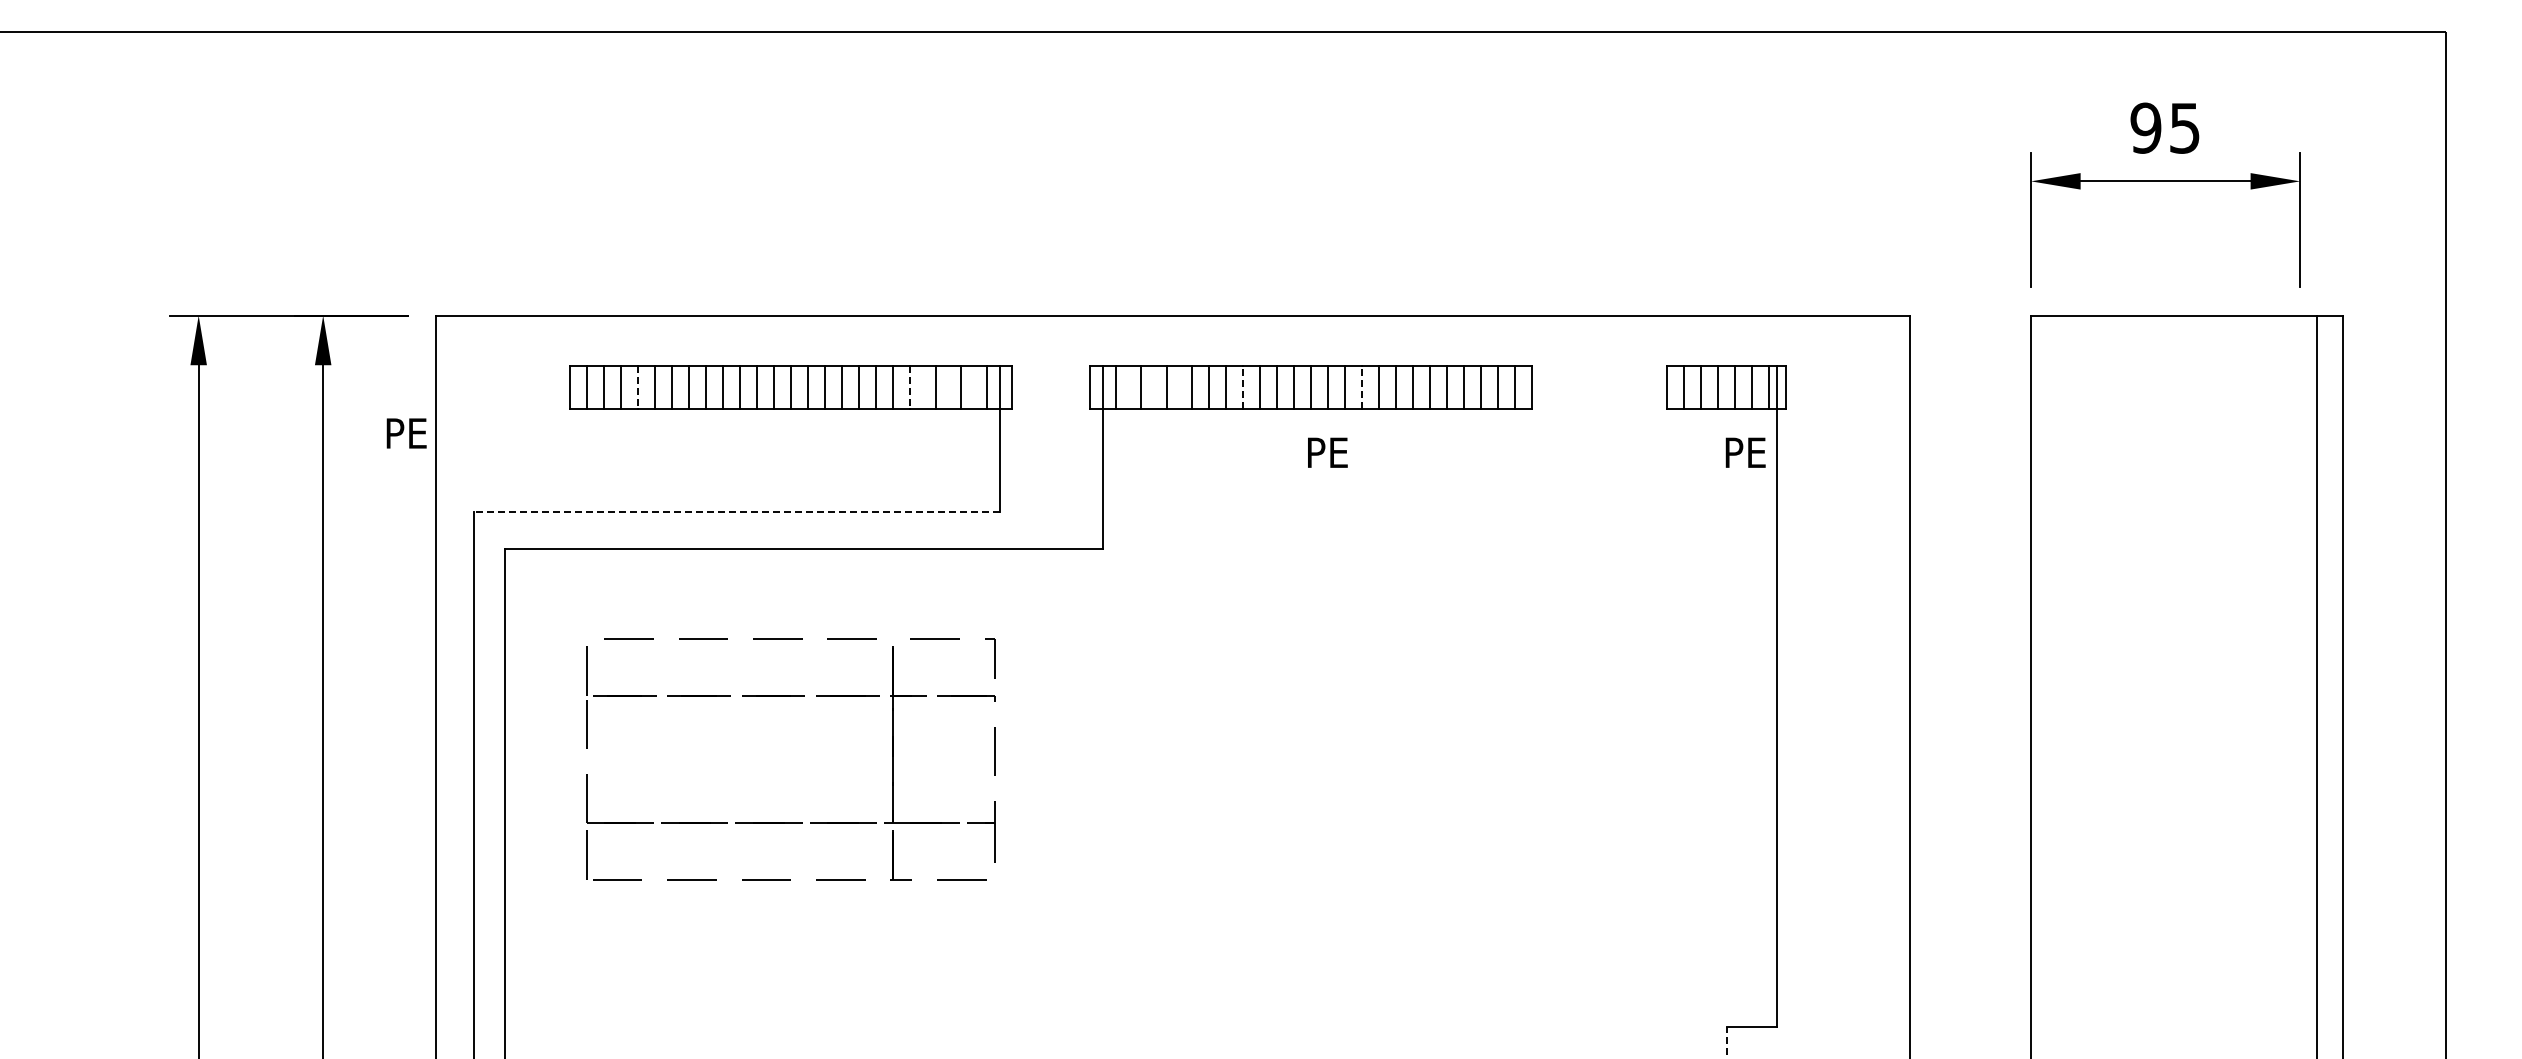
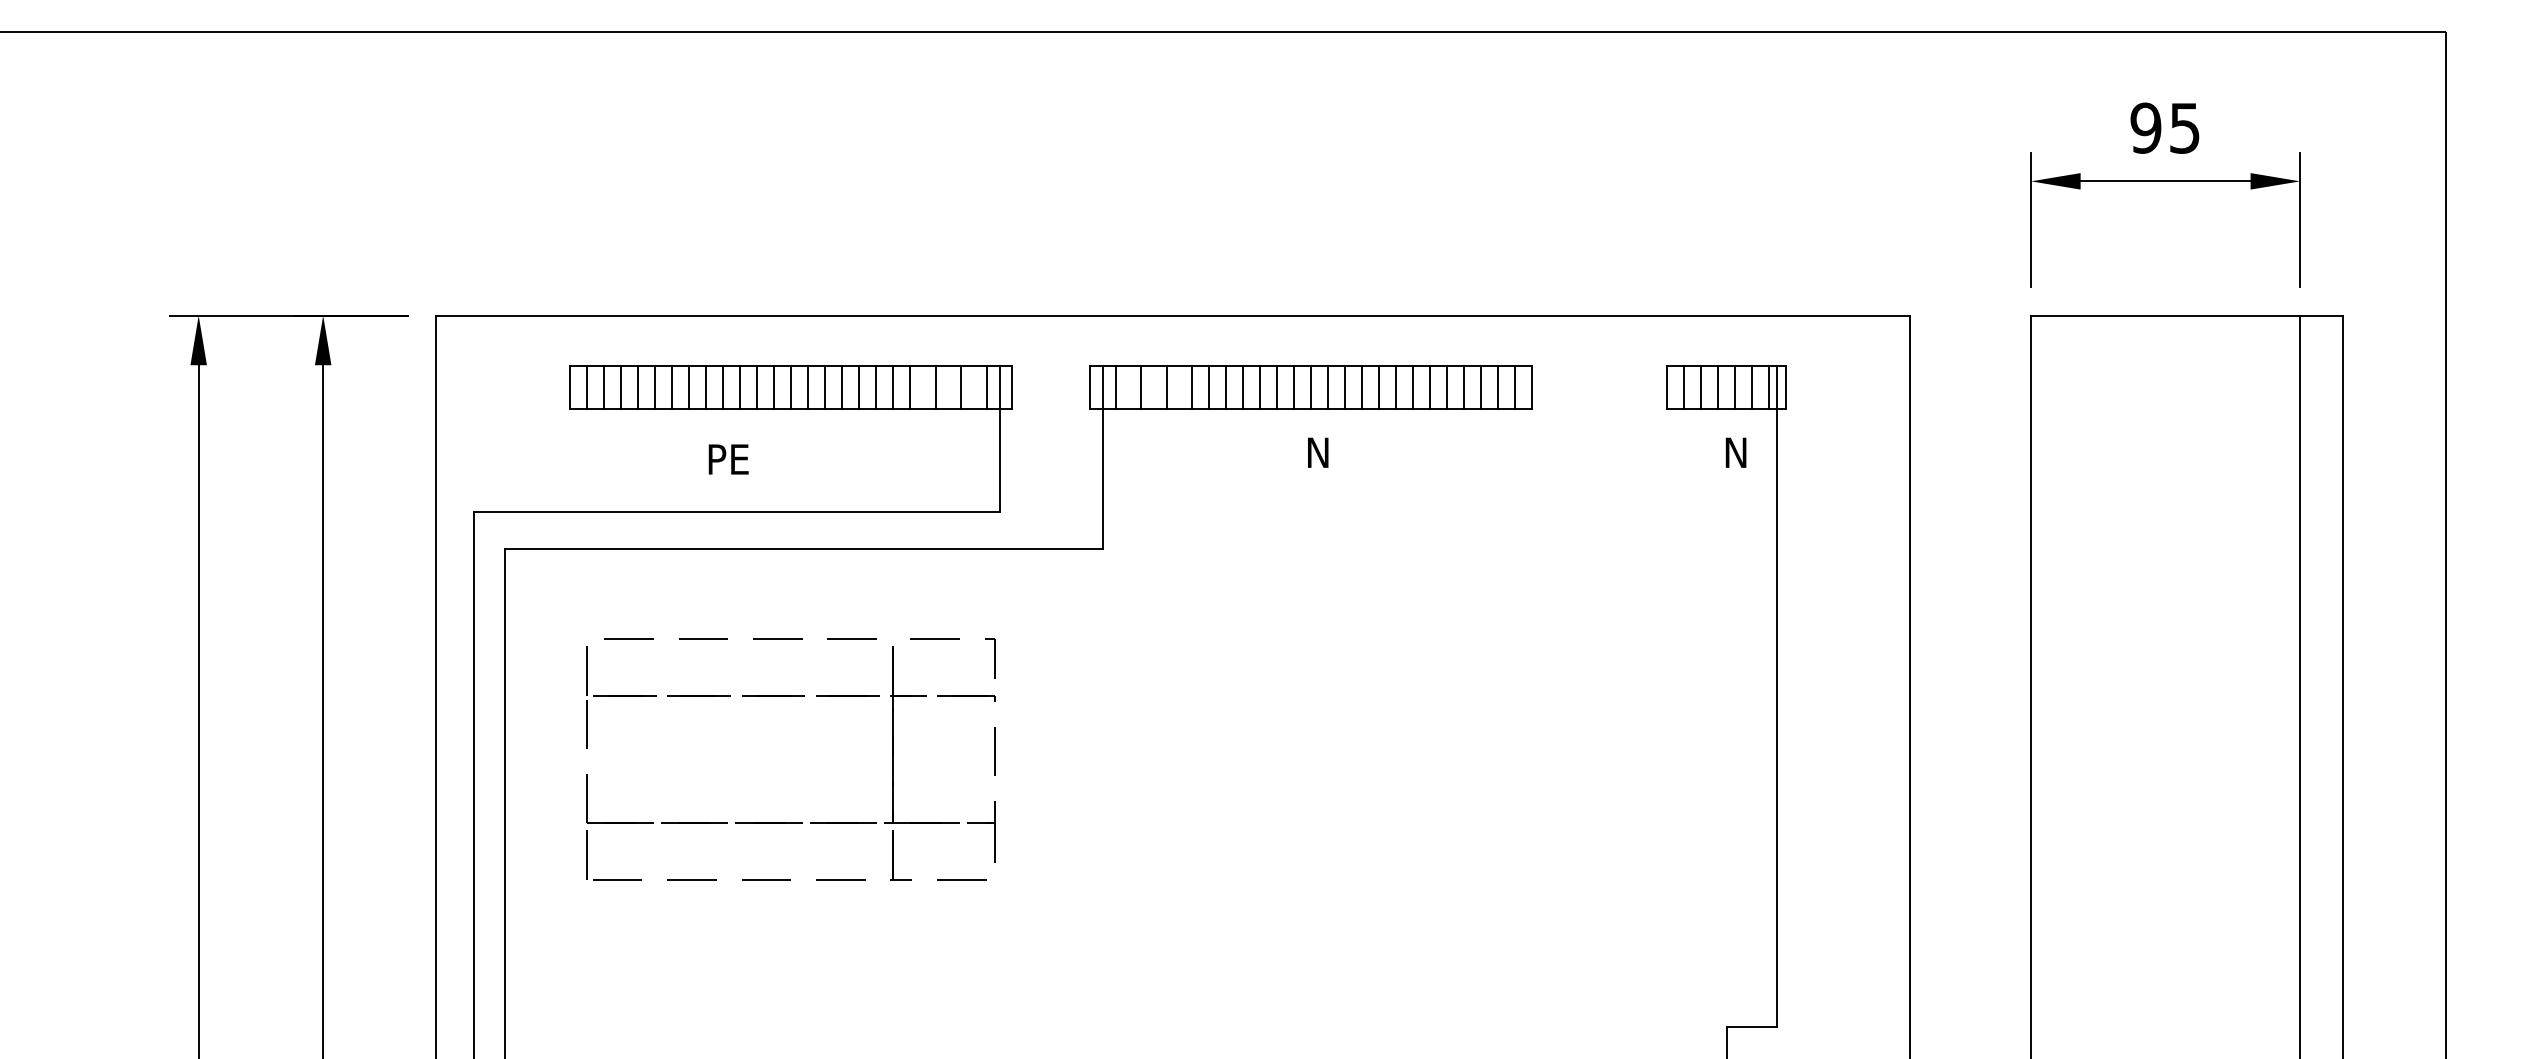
line at (1243, 386): dashed -> solid
line at (1362, 386): dashed -> solid
line at (638, 387): dashed -> solid
line at (910, 387): dashed -> solid
text at (406, 433) position: (406, 433) -> (728, 459)
text at (1329, 452): PE -> N
text at (1747, 452): PE -> N
line at (737, 511): dashed -> solid
line at (2317, 685) position: (2317, 685) -> (2300, 685)
line at (1727, 1043): dashed -> solid
